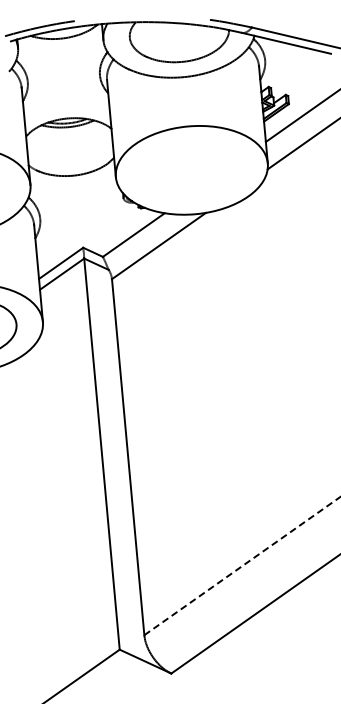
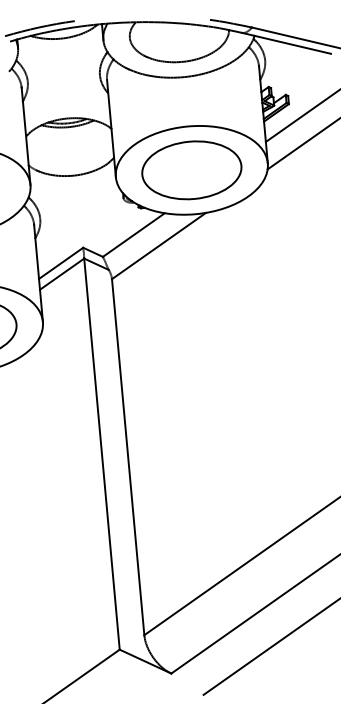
part at (191, 170): none -> present
line at (242, 565): dashed -> solid
line at (270, 647): none -> present
